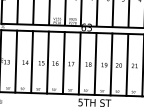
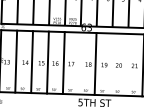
line at (79, 63): present -> none
line at (111, 64): present -> none
line at (127, 64): present -> none
